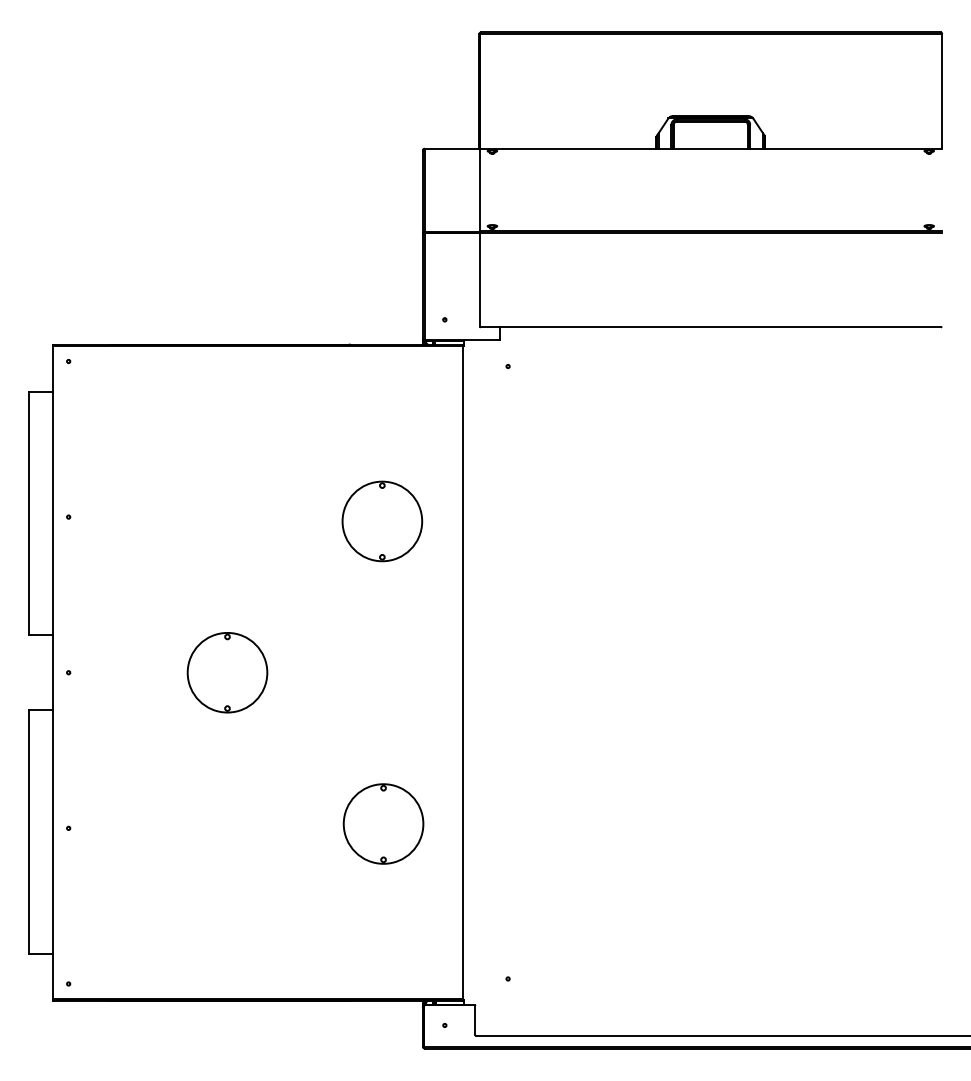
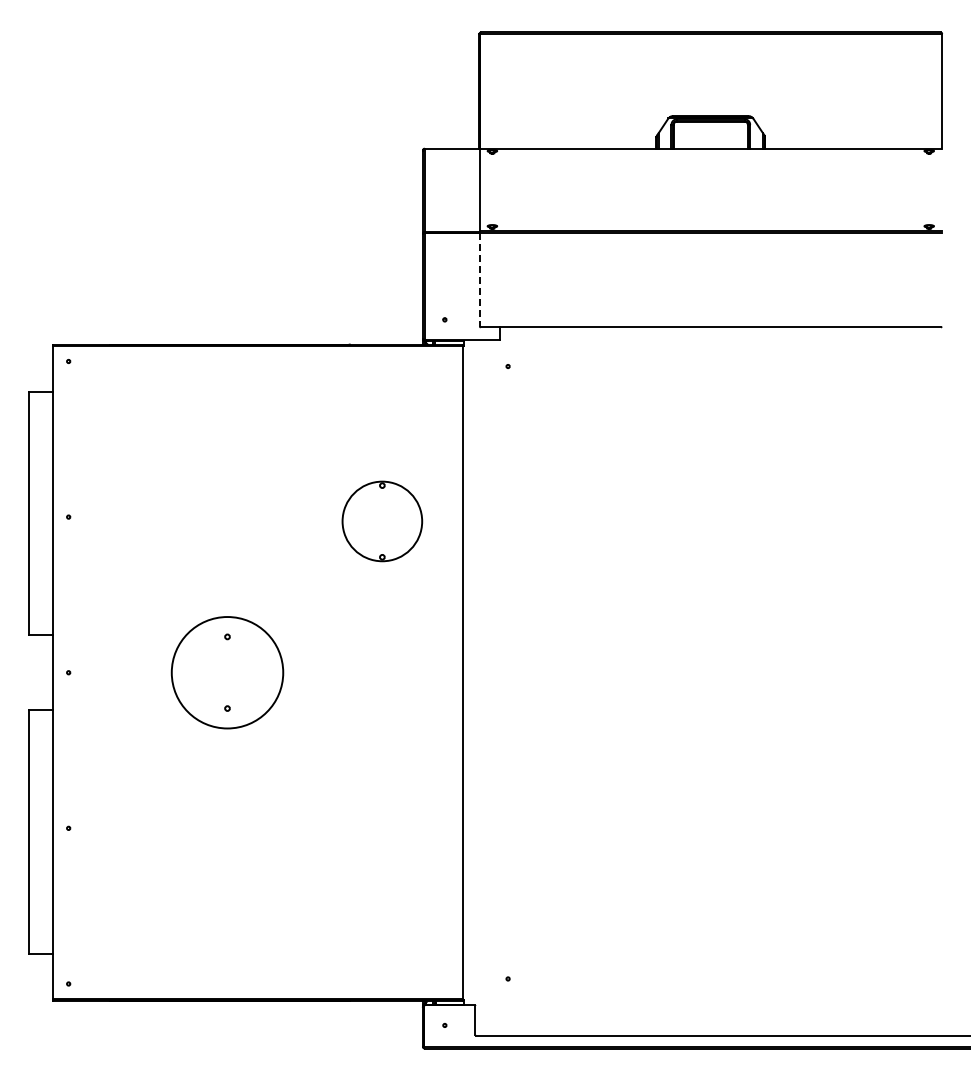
line at (479, 279): solid -> dashed
circle at (227, 672) diameter: 80 px -> 111 px
part at (383, 823): present -> none
